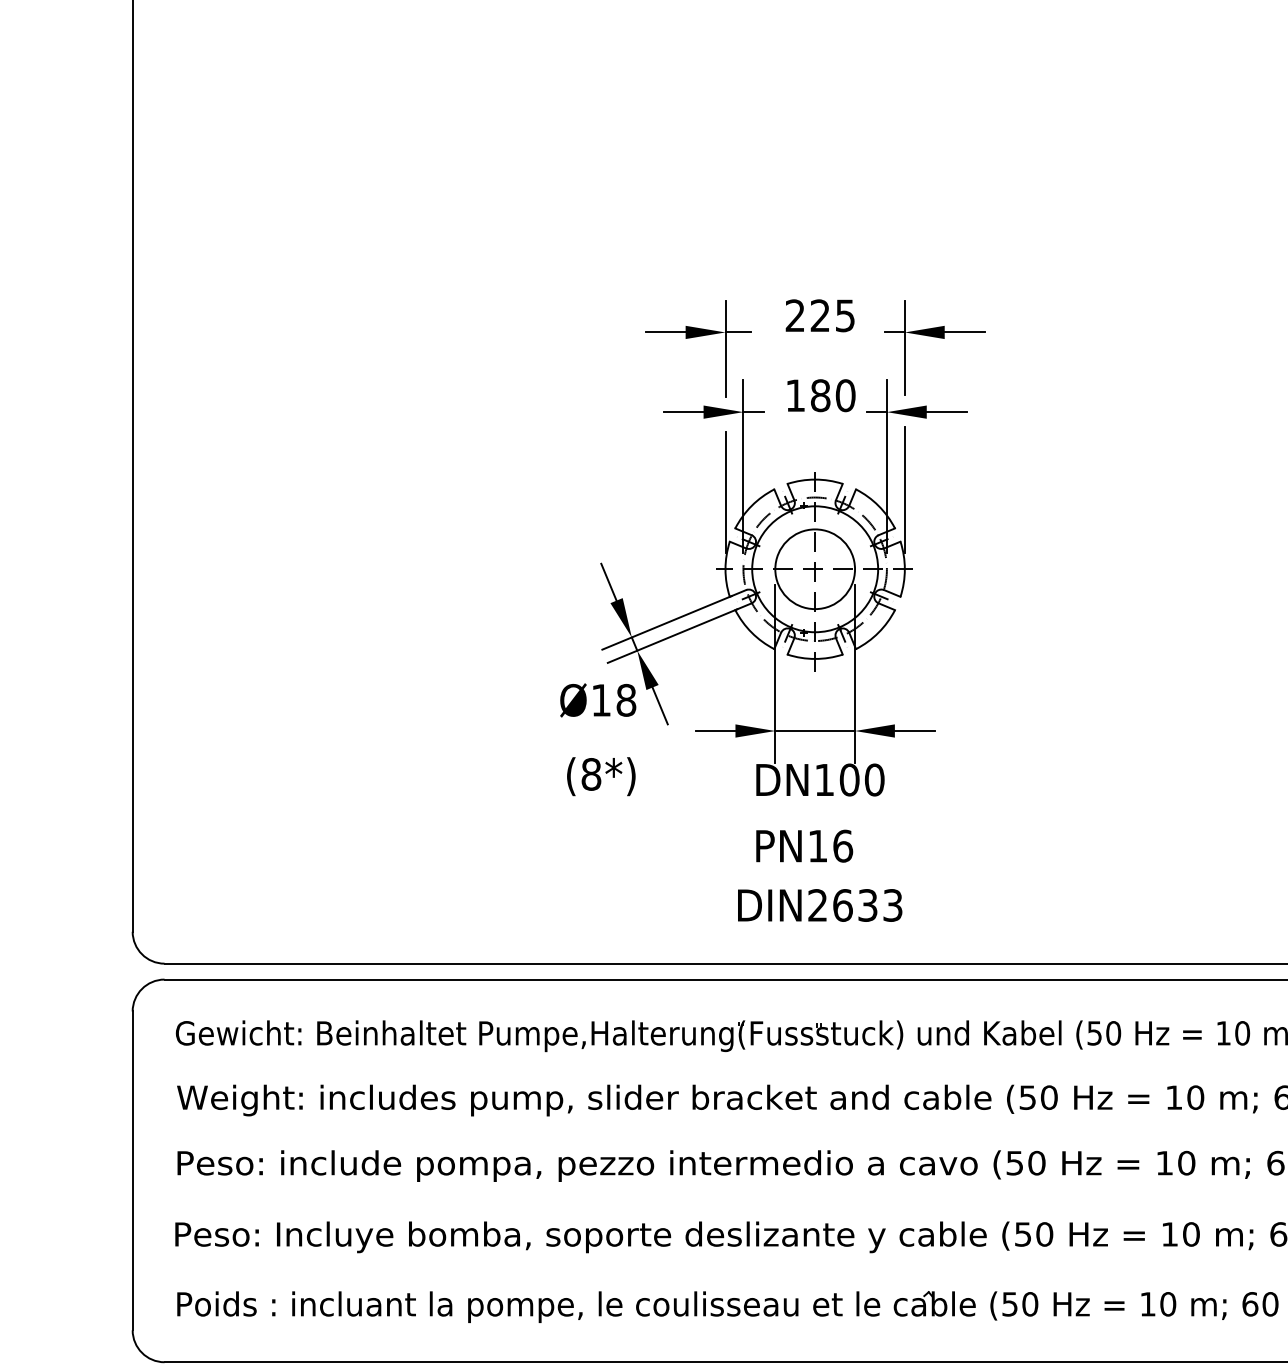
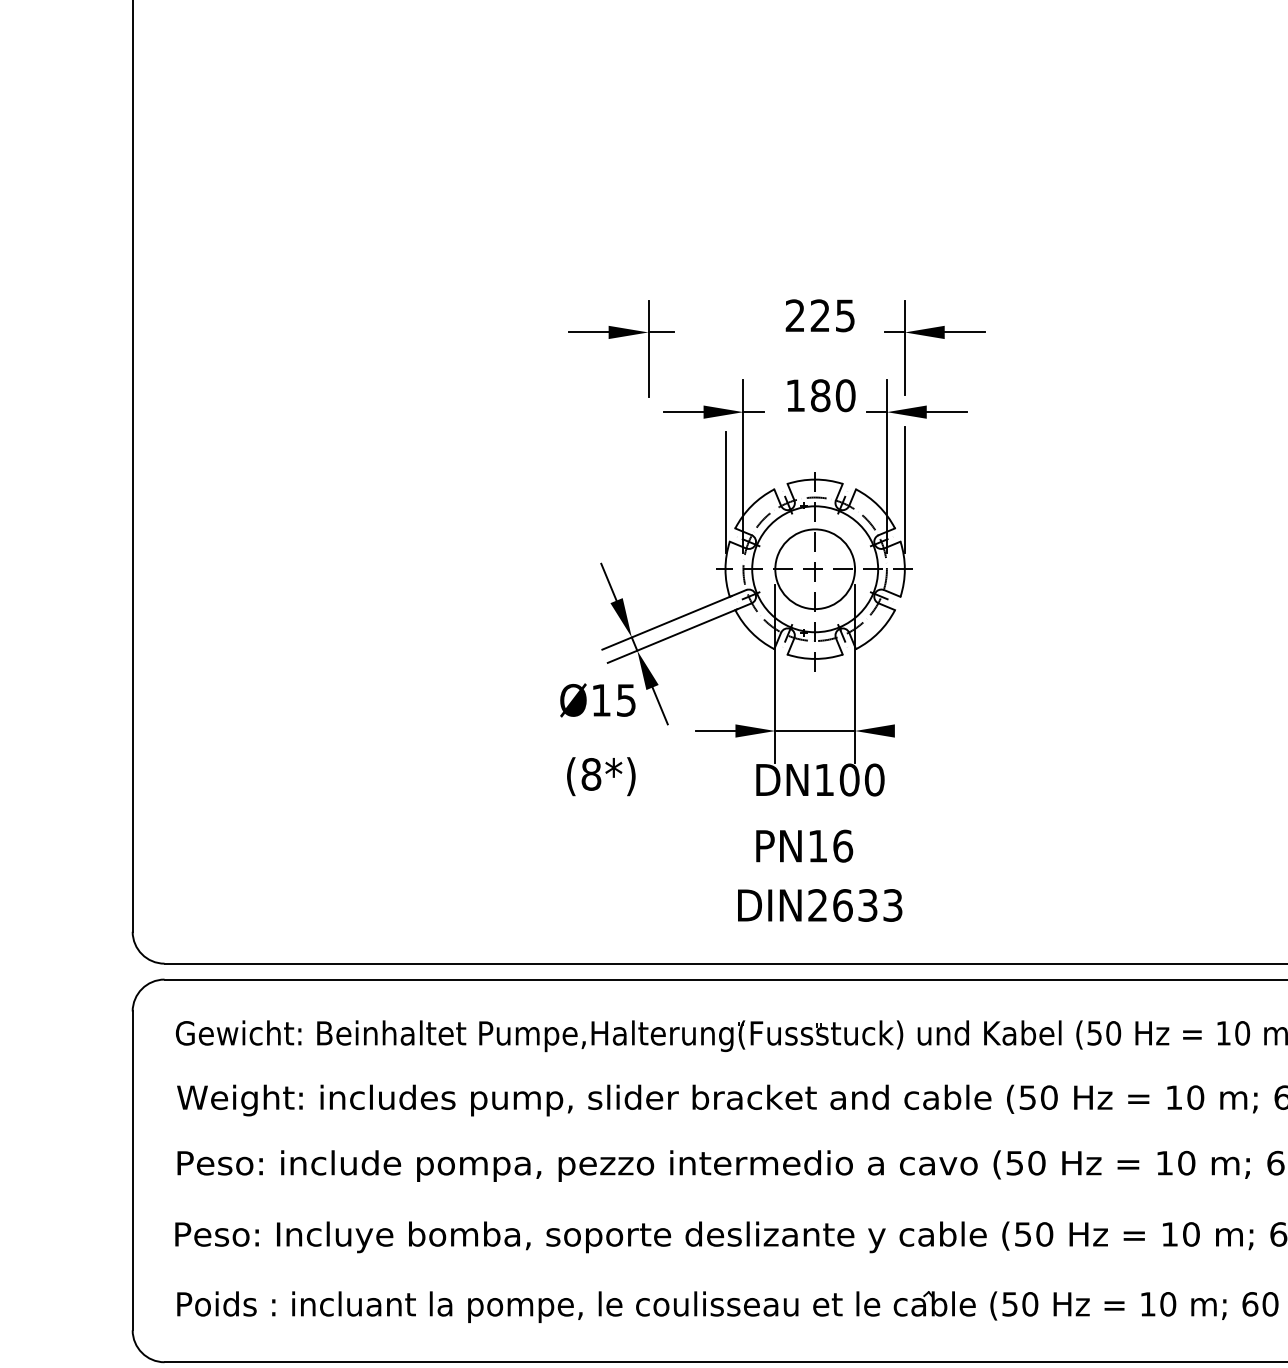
part at (696, 337) position: (696, 337) -> (619, 337)
text at (626, 699): Ø18 -> Ø15
line at (914, 731): present -> none
